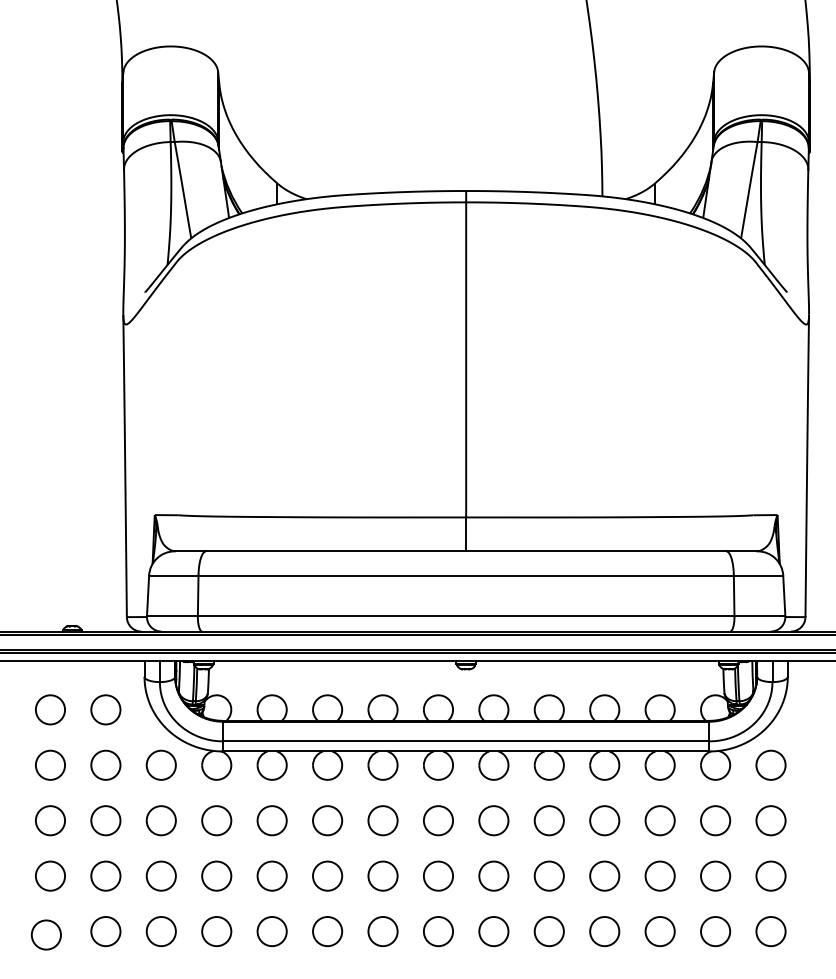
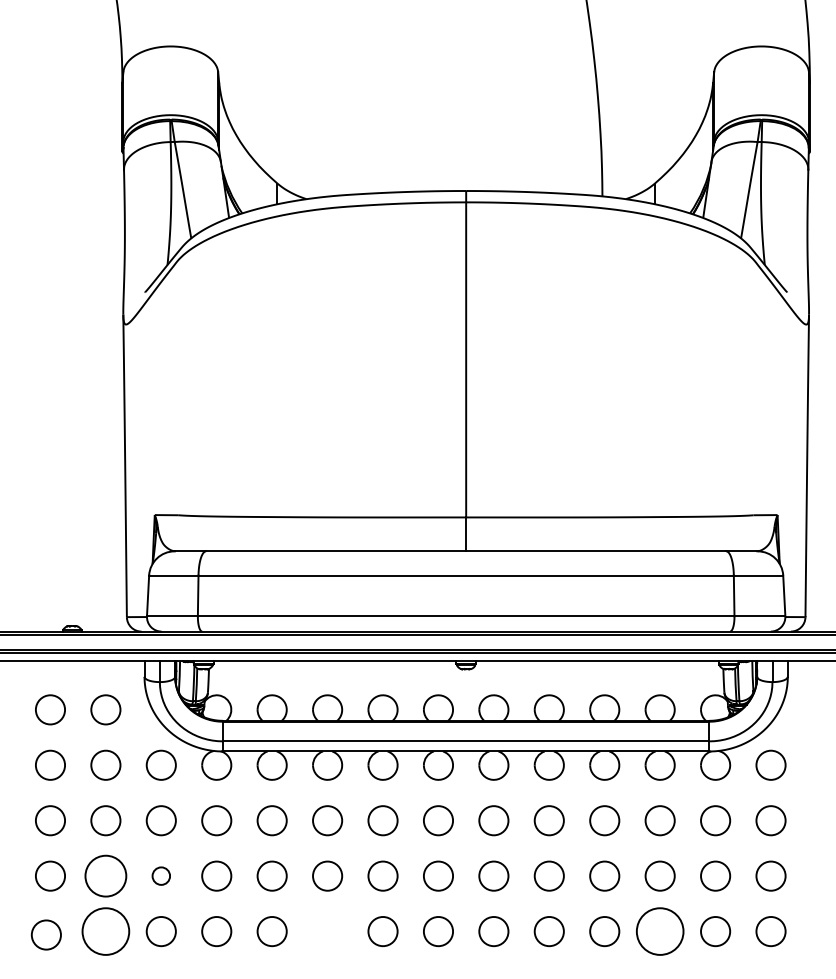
circle at (105, 875) diameter: 29 px -> 41 px
circle at (160, 875) diameter: 29 px -> 18 px
circle at (105, 931) diameter: 29 px -> 47 px
circle at (327, 931): present -> none
circle at (659, 931) diameter: 29 px -> 47 px
